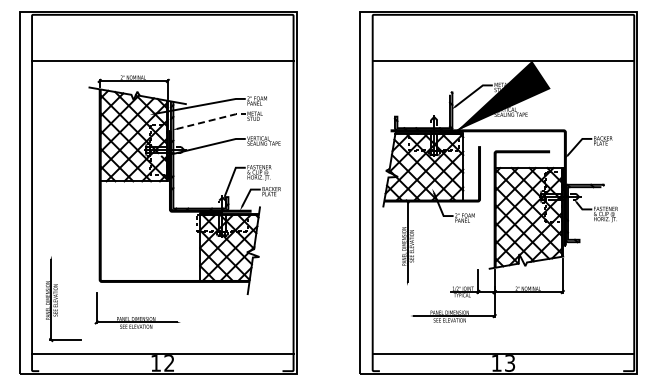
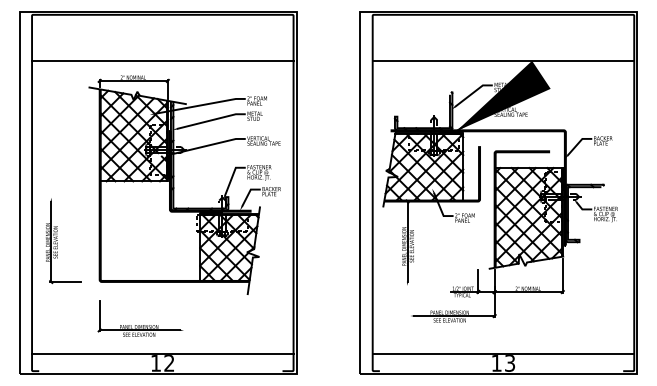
line at (211, 120): dashed -> solid
part at (57, 298) position: (57, 298) -> (57, 240)
part at (137, 317) position: (137, 317) -> (140, 325)
